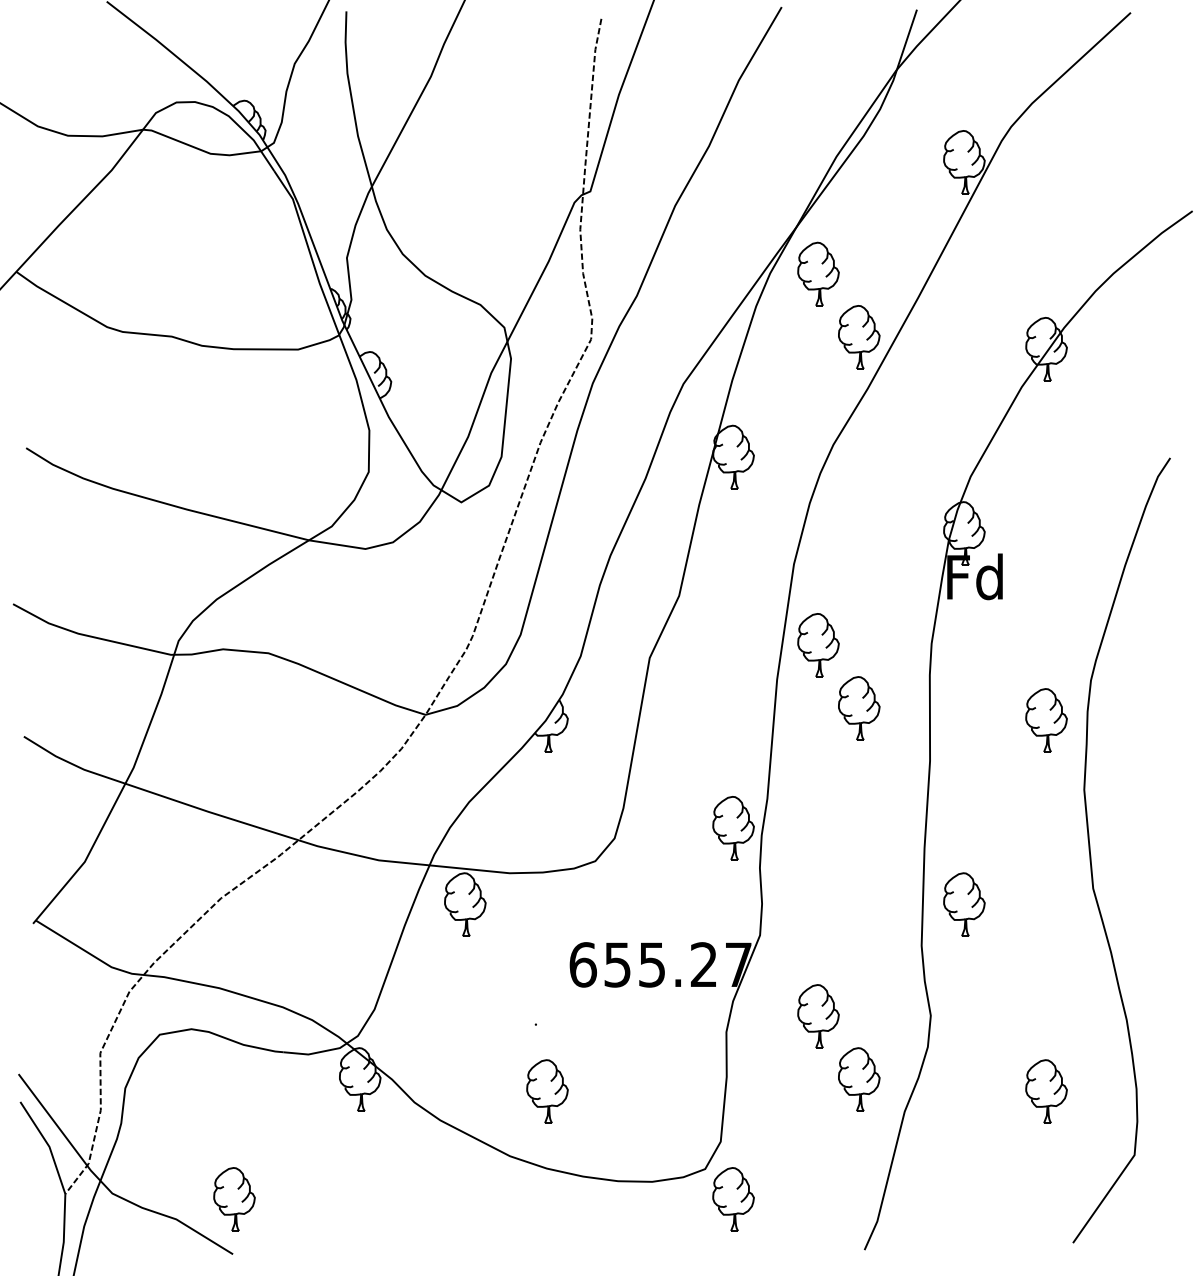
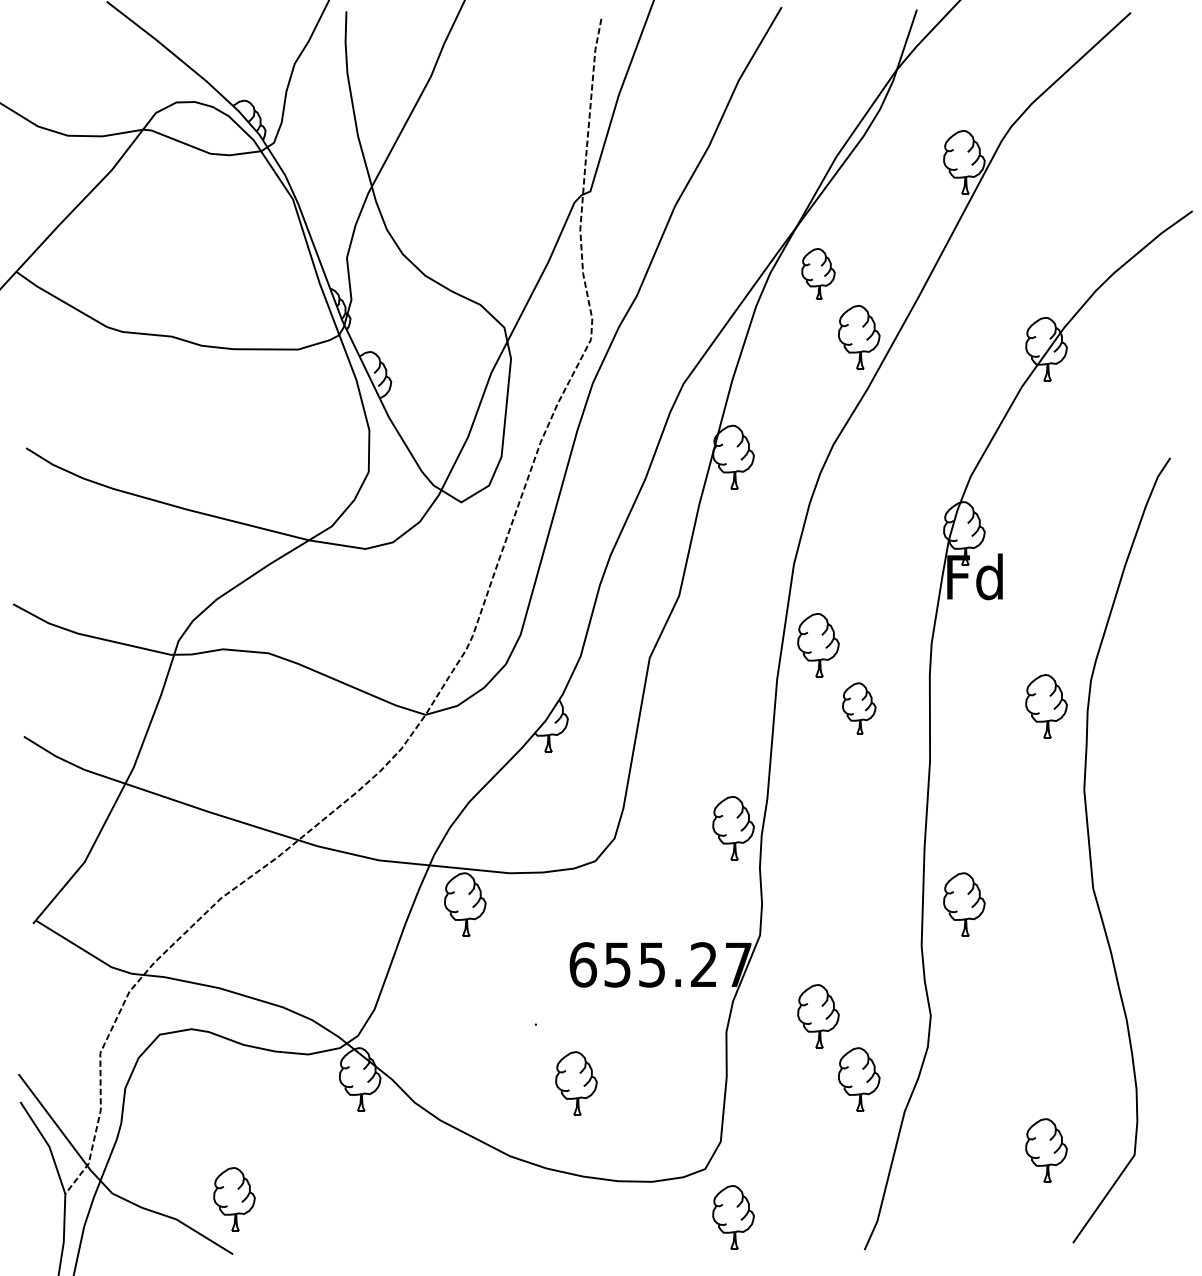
part at (818, 273) size: 43x66 px -> 35x52 px
part at (859, 708) size: 43x65 px -> 35x53 px
part at (1046, 720) position: (1046, 720) -> (1046, 706)
part at (547, 1091) position: (547, 1091) -> (576, 1083)
part at (1046, 1091) position: (1046, 1091) -> (1046, 1150)
part at (733, 1199) position: (733, 1199) -> (733, 1217)
